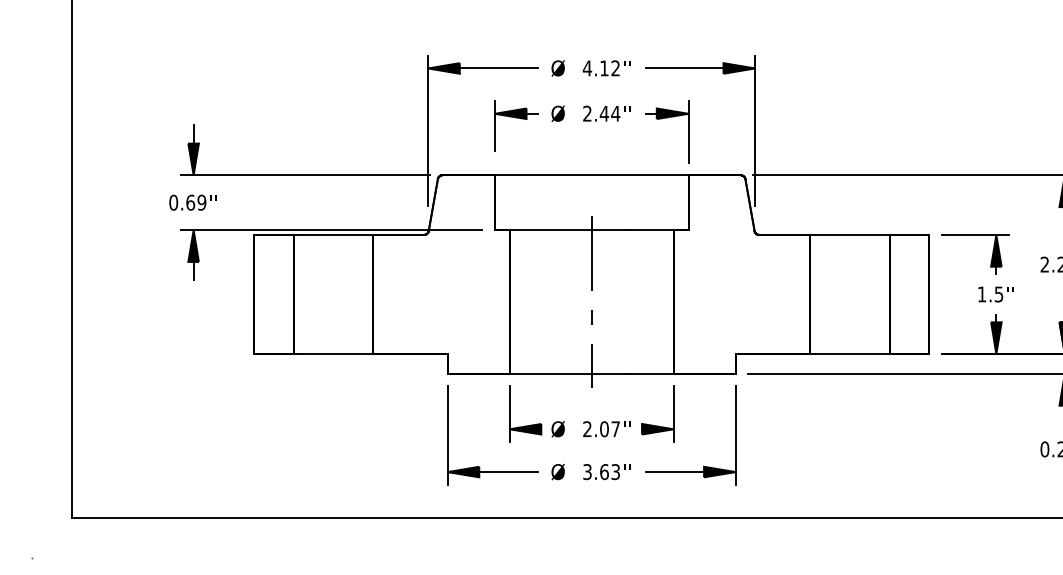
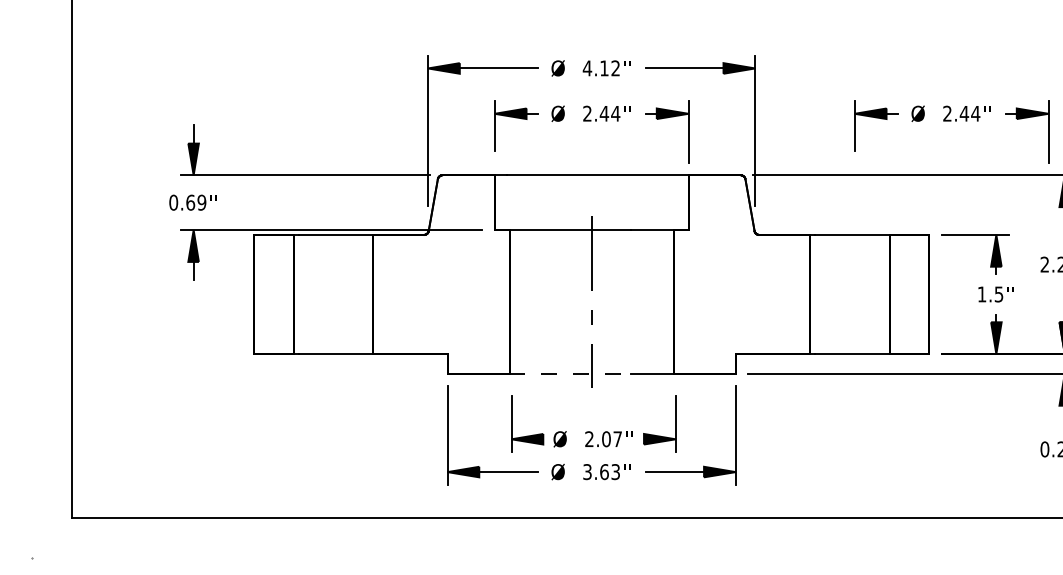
part at (951, 121): none -> present
line at (570, 373): solid -> dashed
part at (589, 421) position: (589, 421) -> (591, 431)
